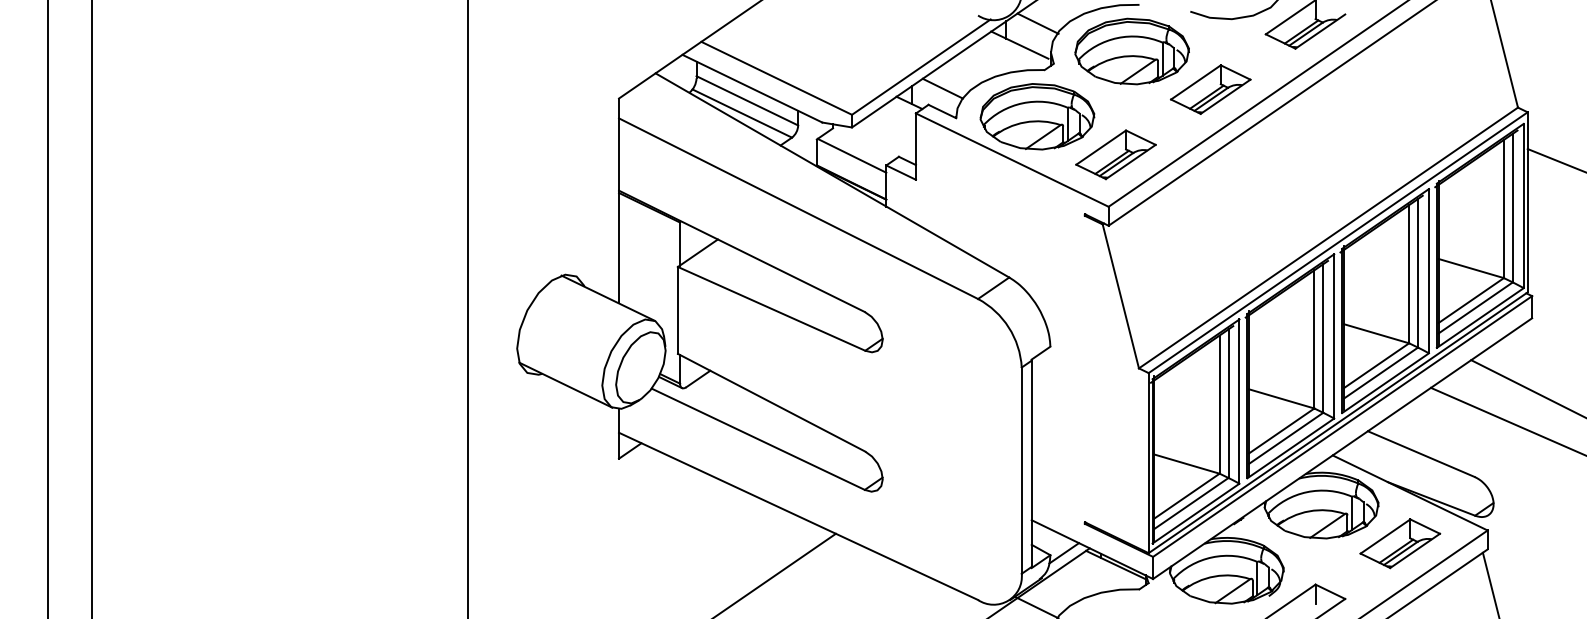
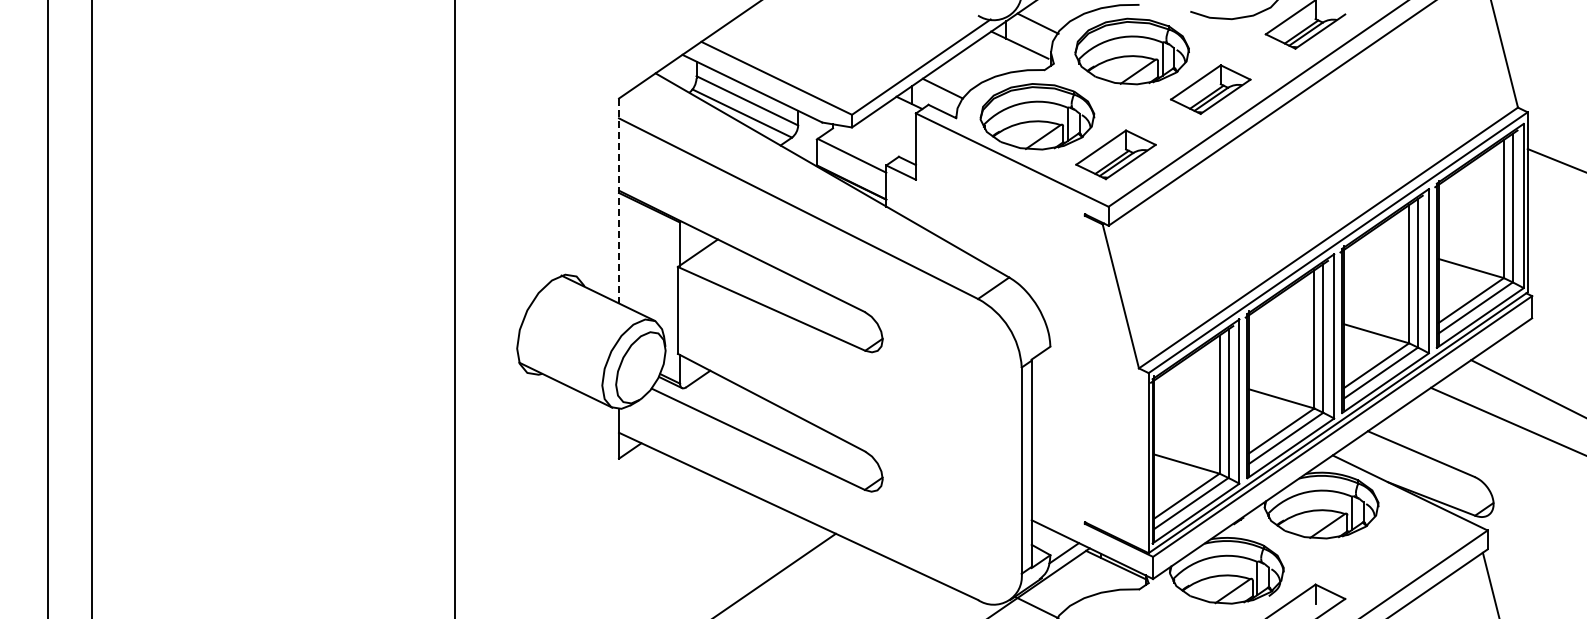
line at (619, 201): solid -> dashed
line at (467, 308) position: (467, 308) -> (454, 308)
part at (1400, 543): present -> none
